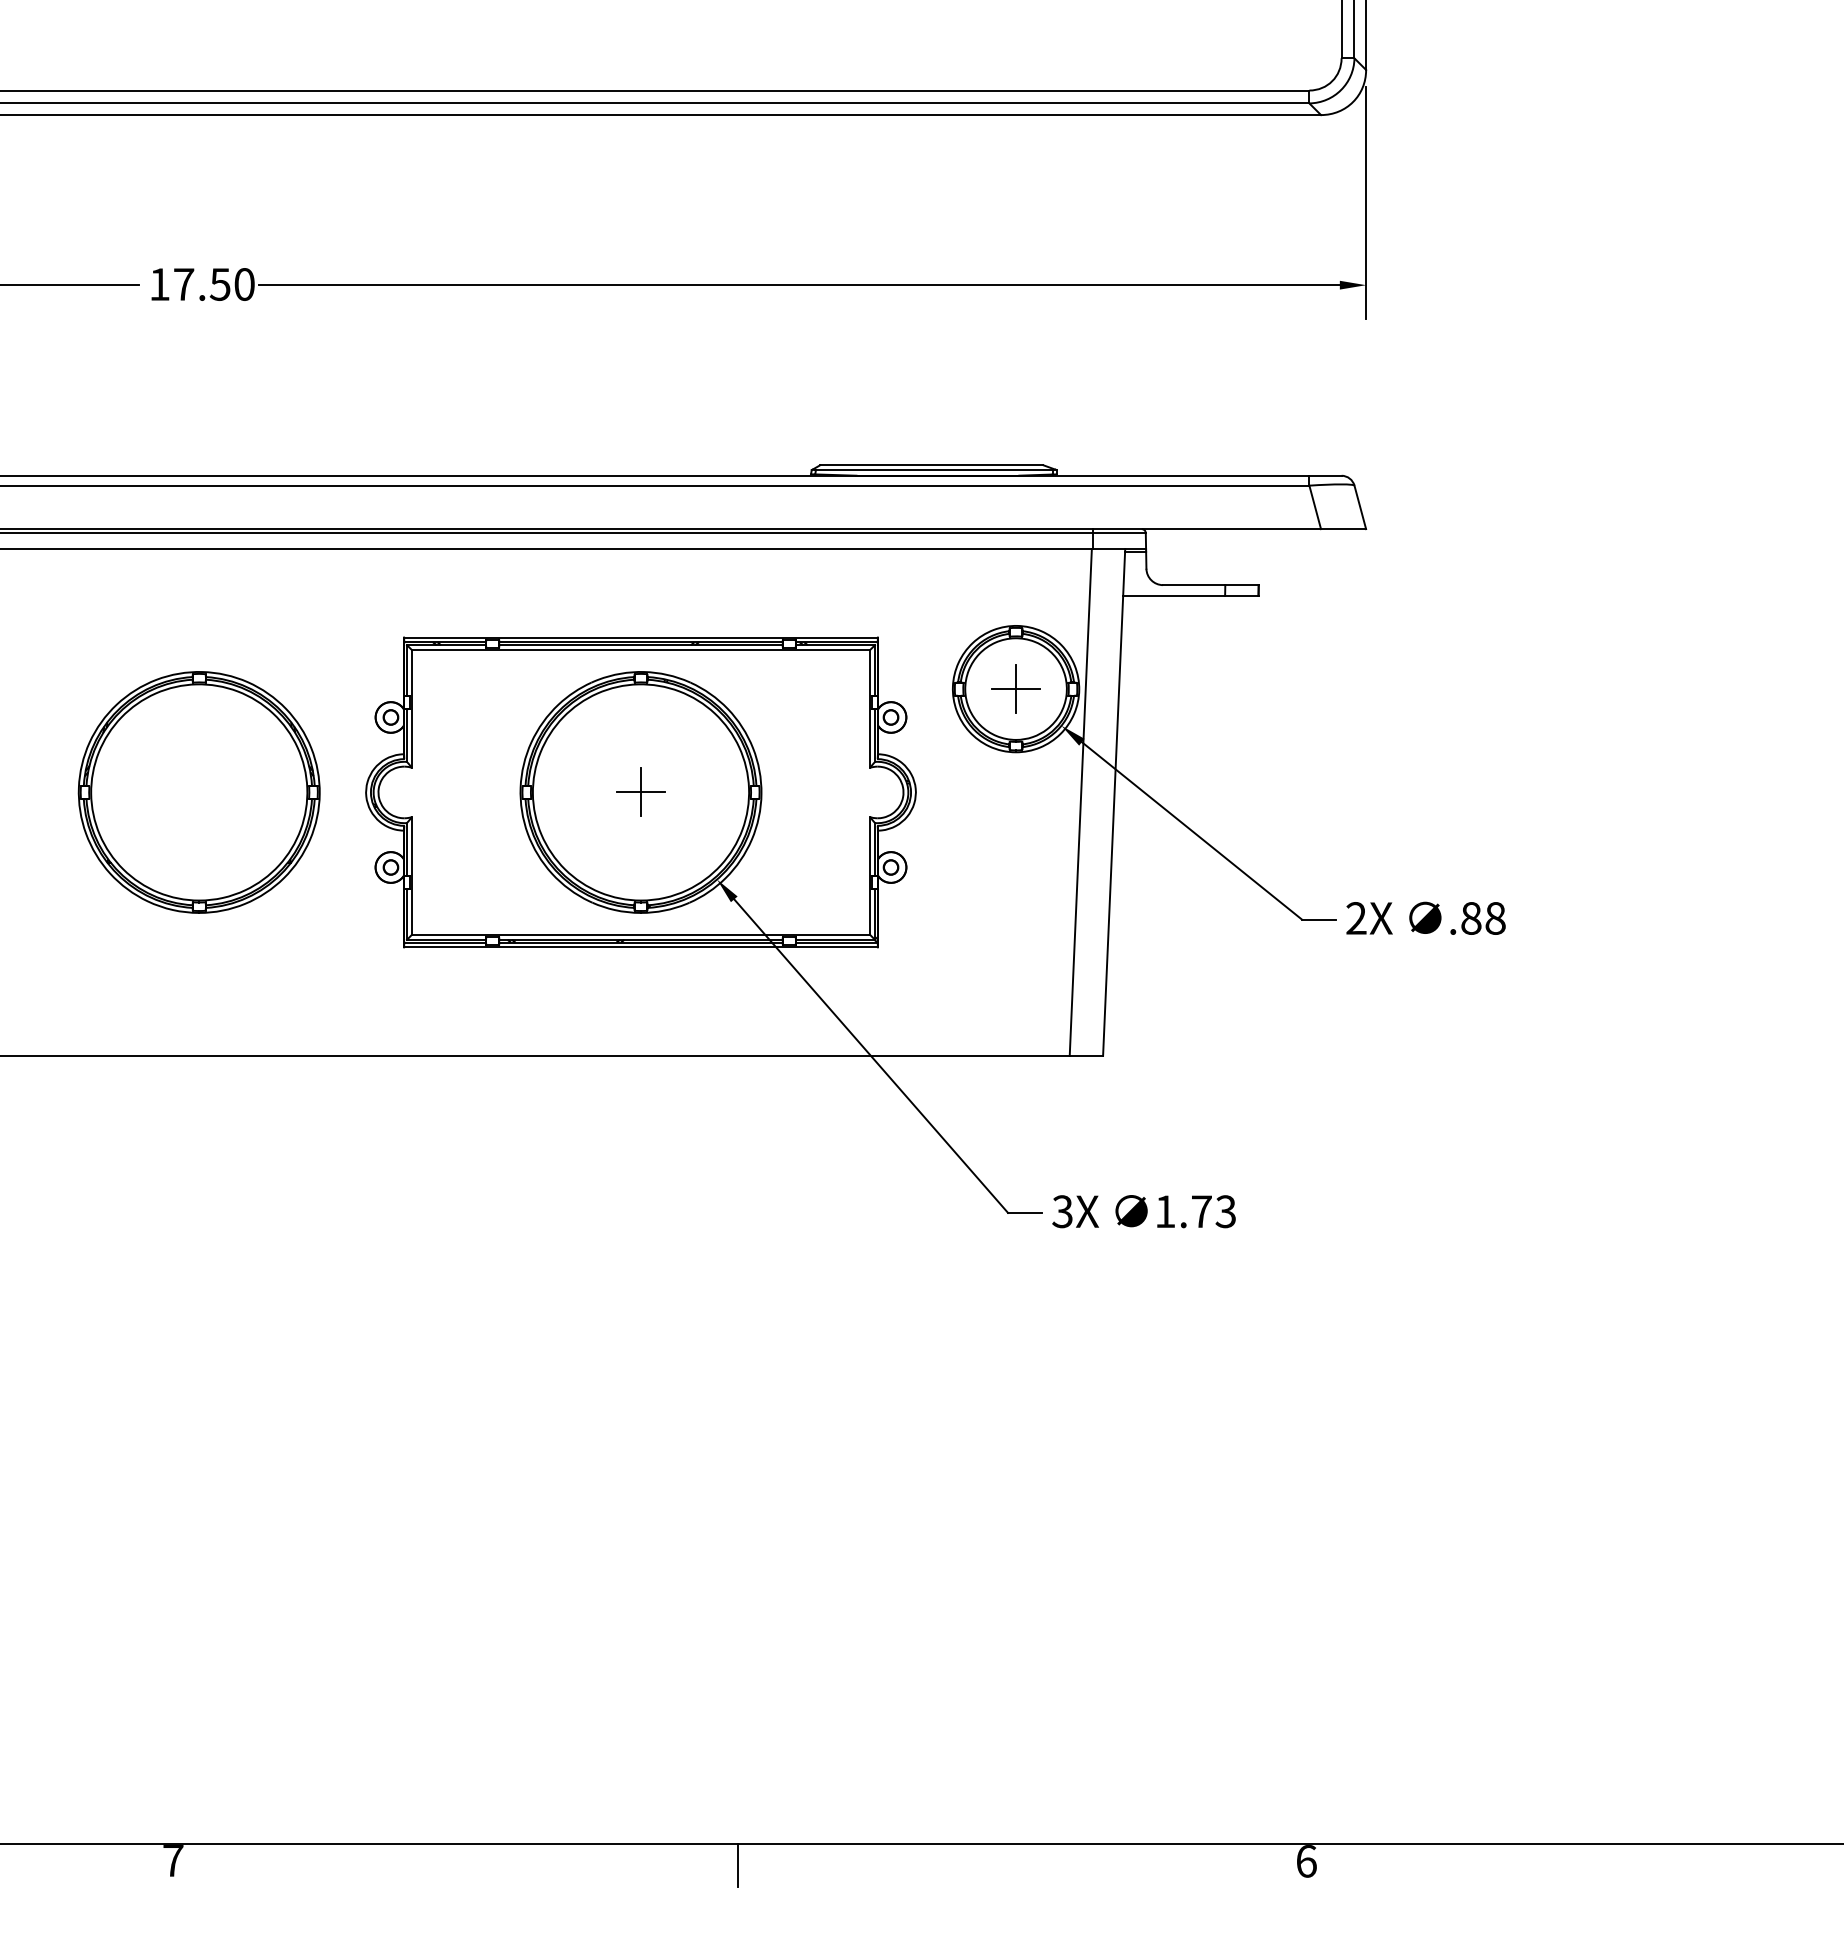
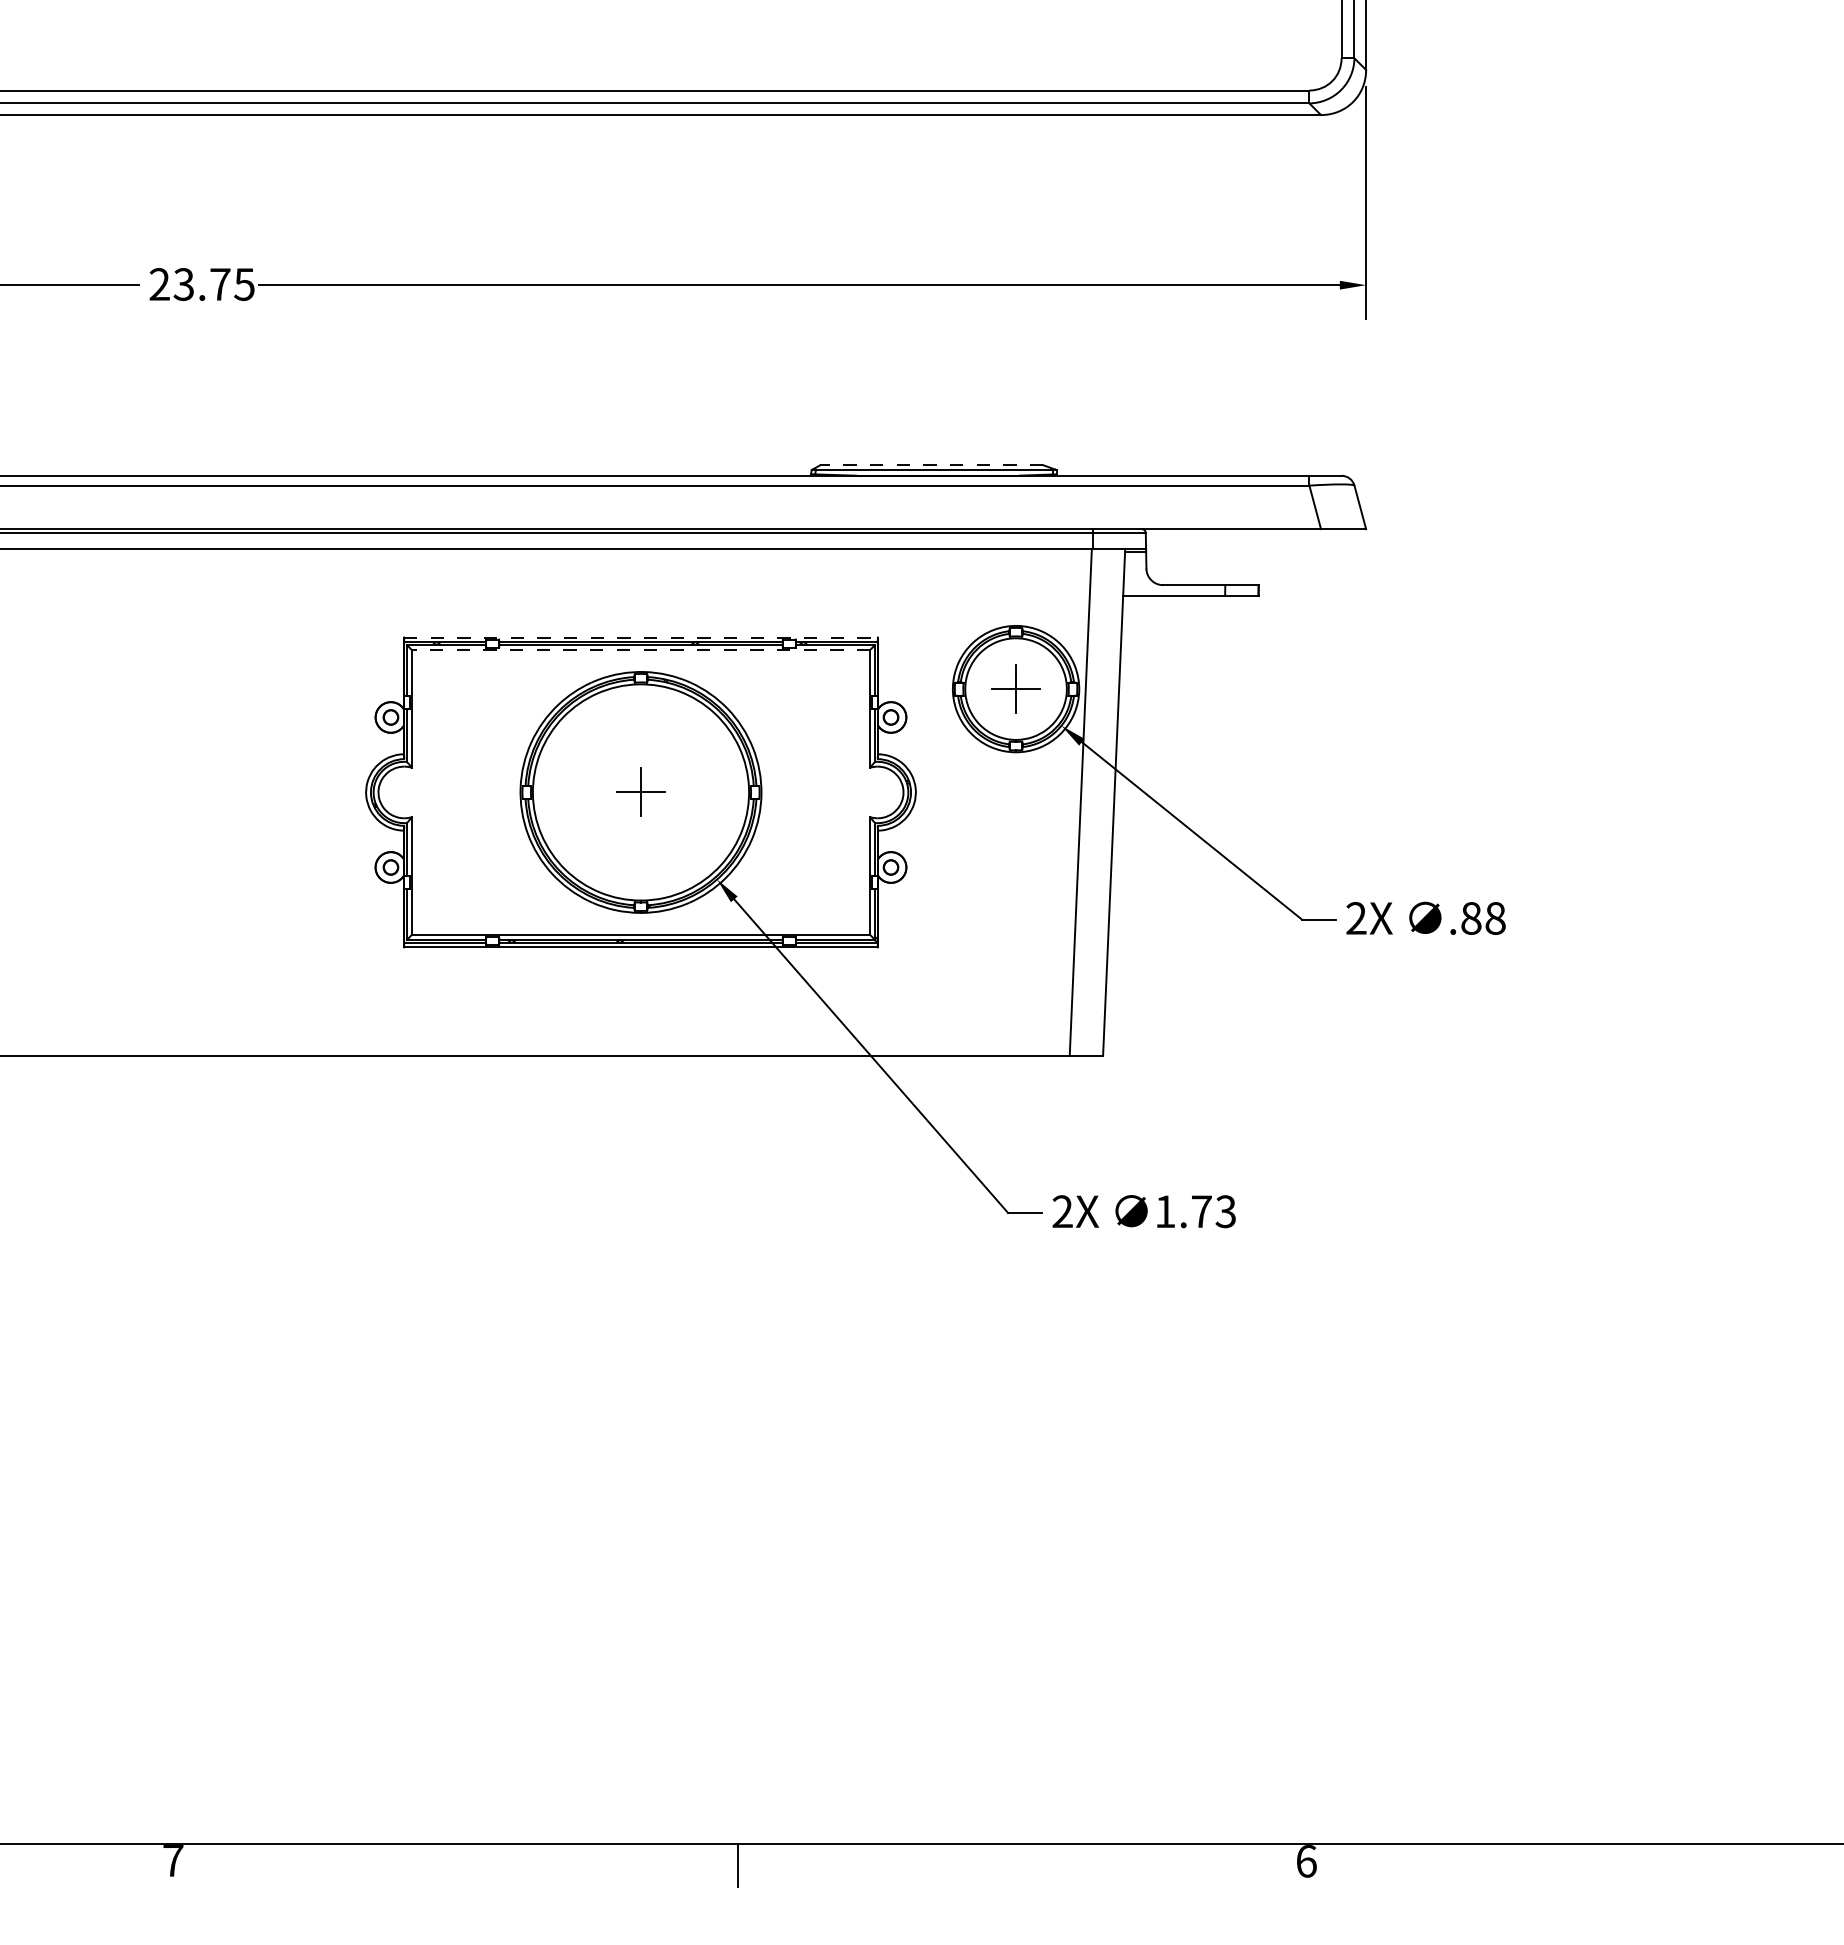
text at (201, 284): 17.50 -> 23.75
line at (931, 465): solid -> dashed
line at (641, 637): solid -> dashed
line at (640, 649): solid -> dashed
part at (198, 792): present -> none
text at (1062, 1211): 3X -> 2X
